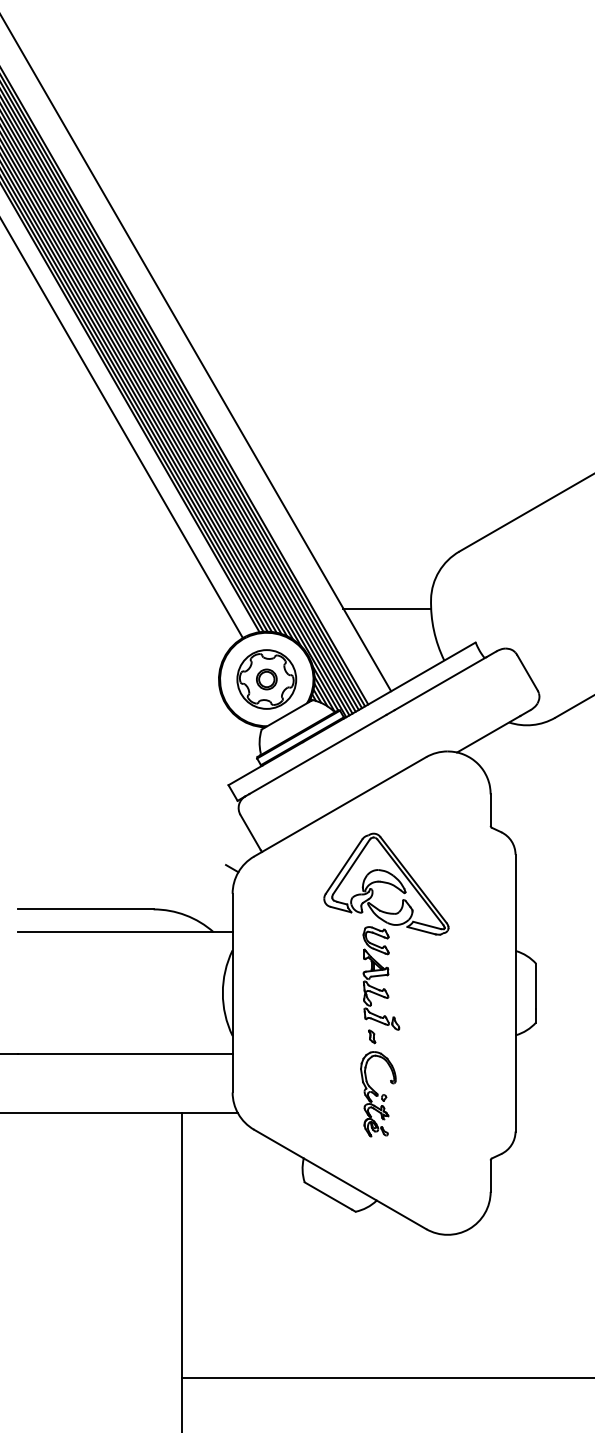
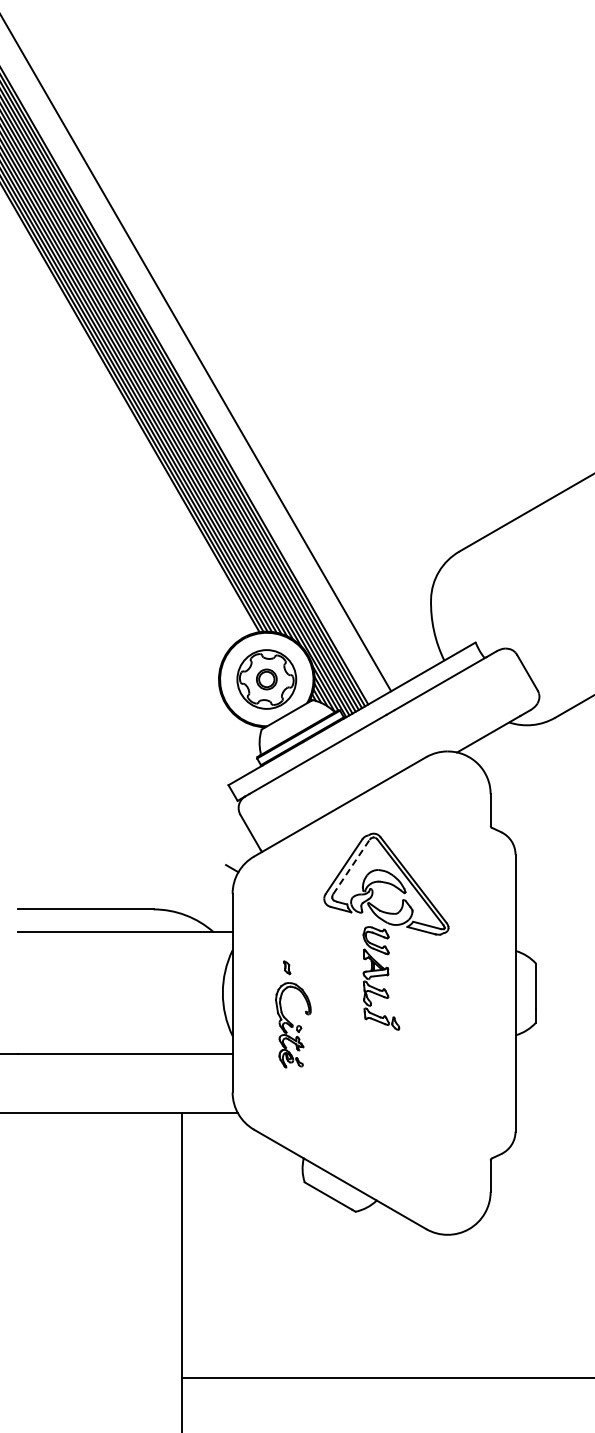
line at (122, 429): present -> none
line at (387, 608): present -> none
line at (351, 867): solid -> dashed
part at (372, 1088) position: (372, 1088) -> (287, 1019)
